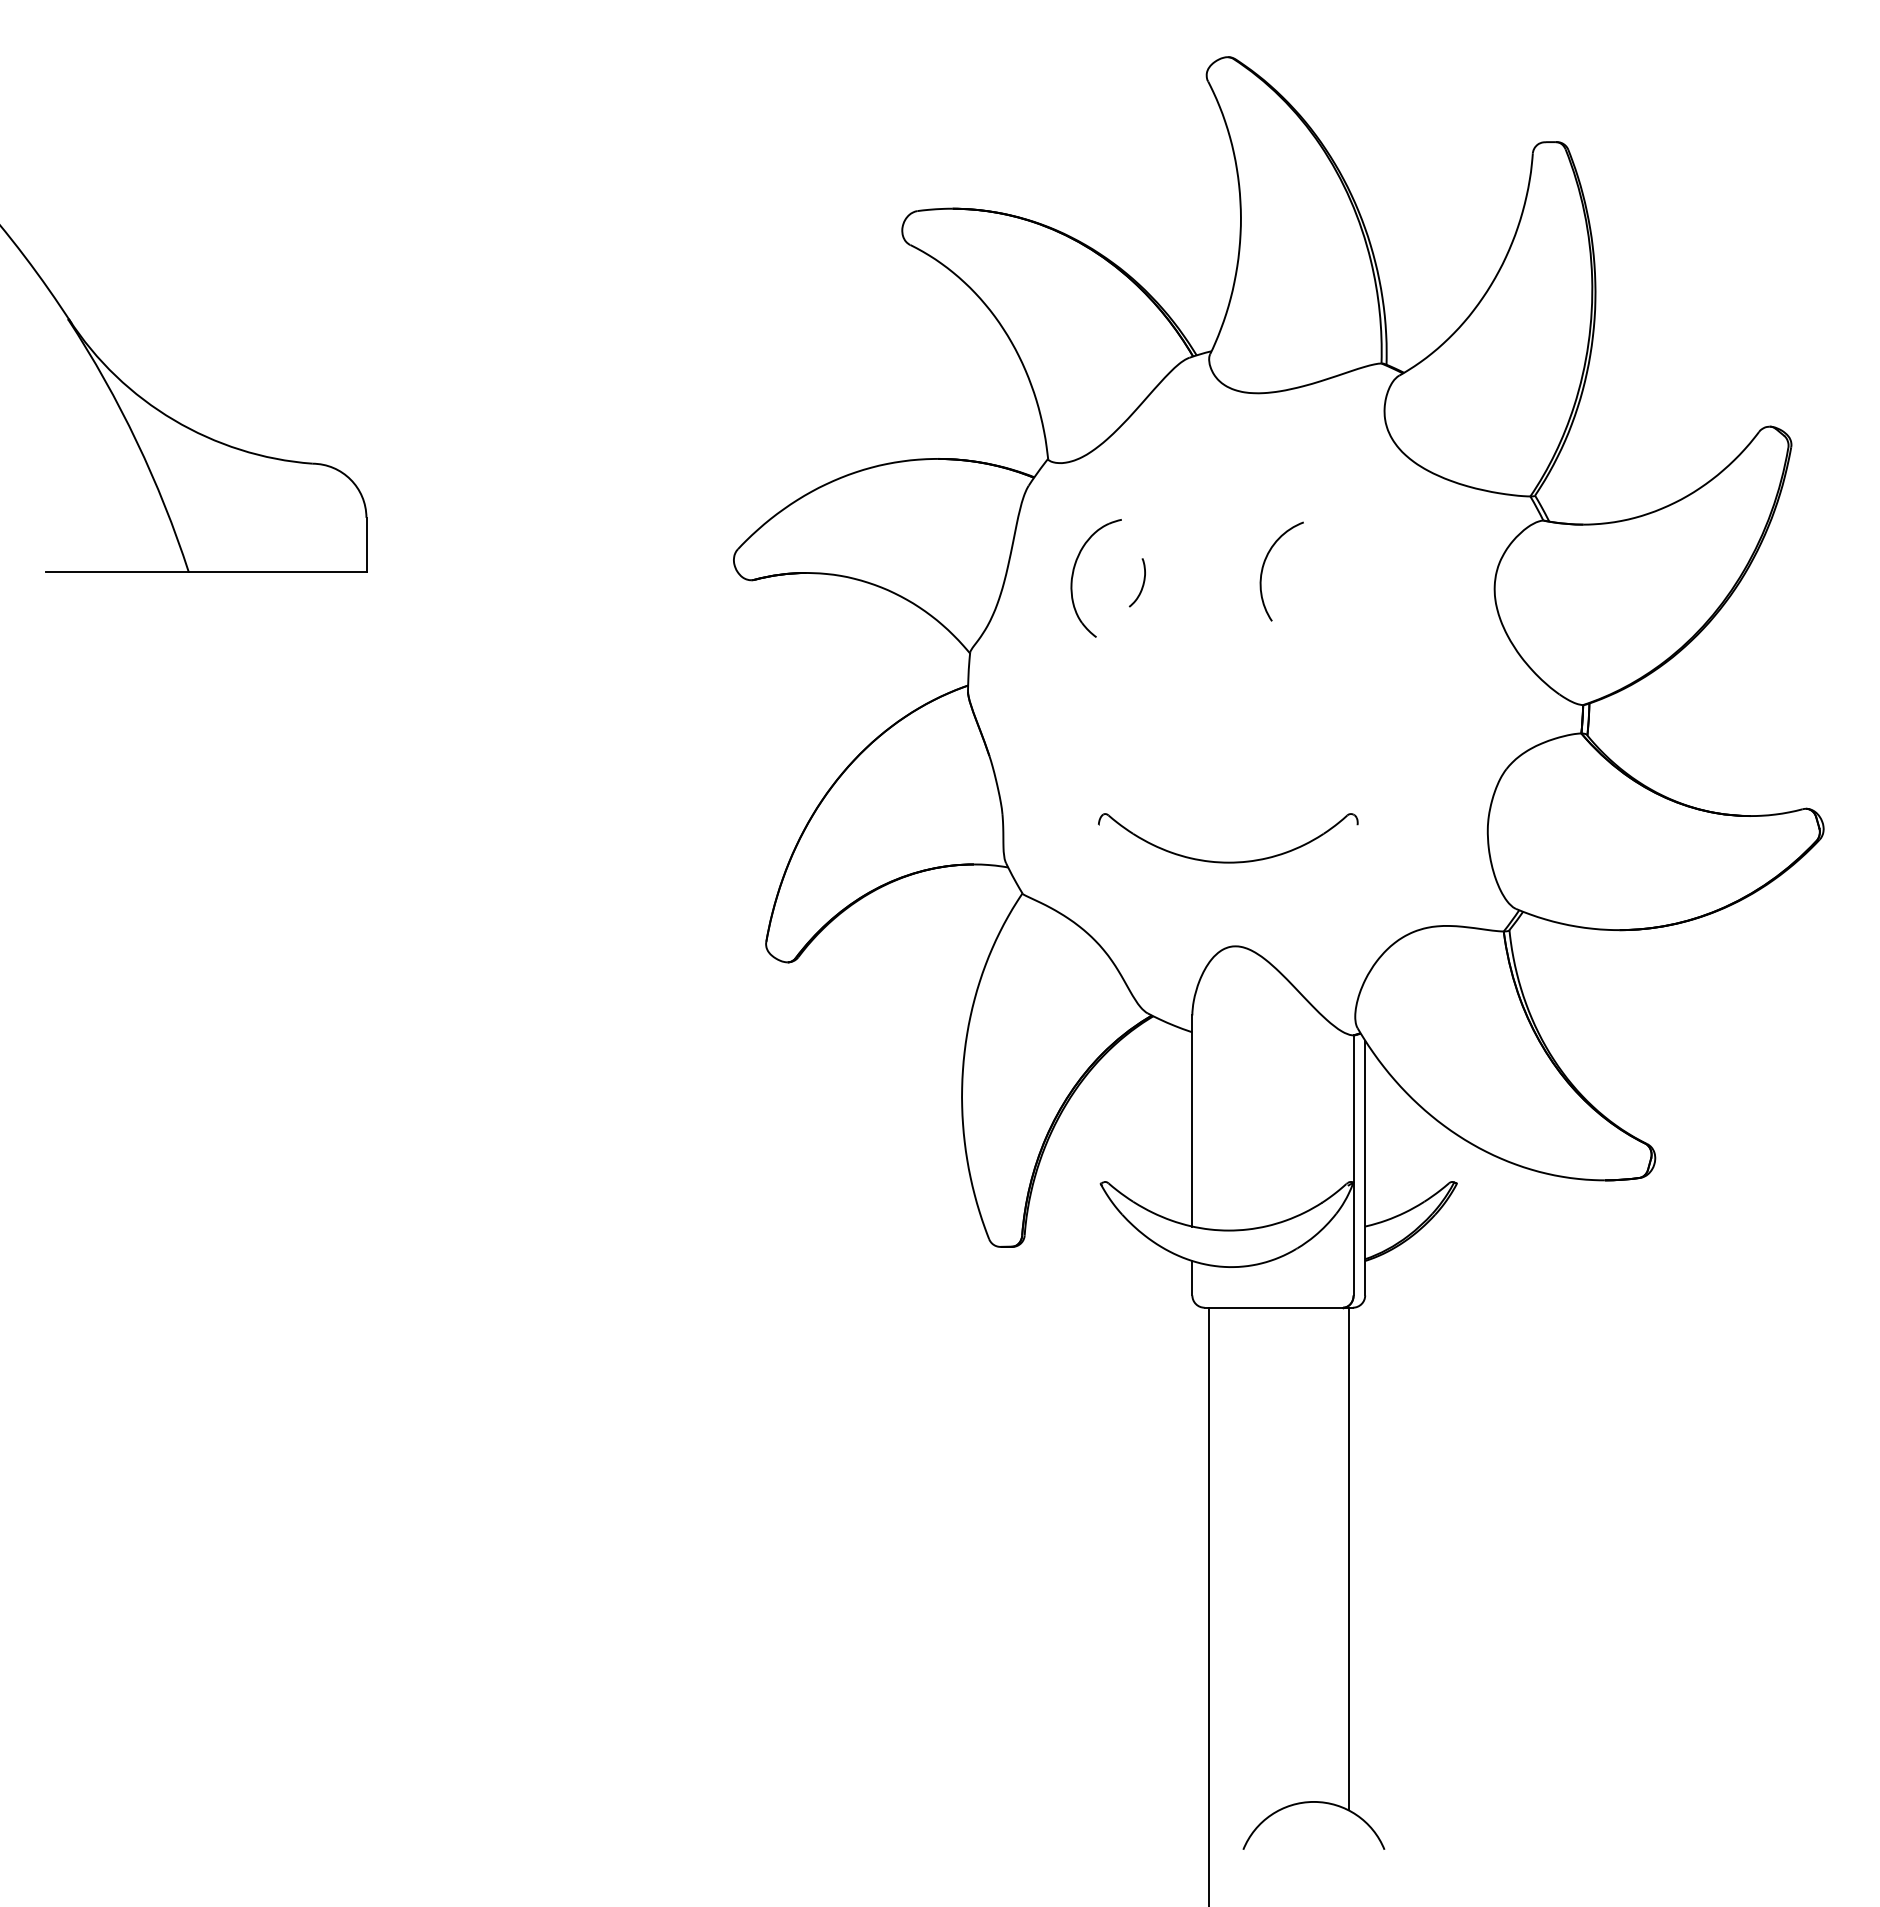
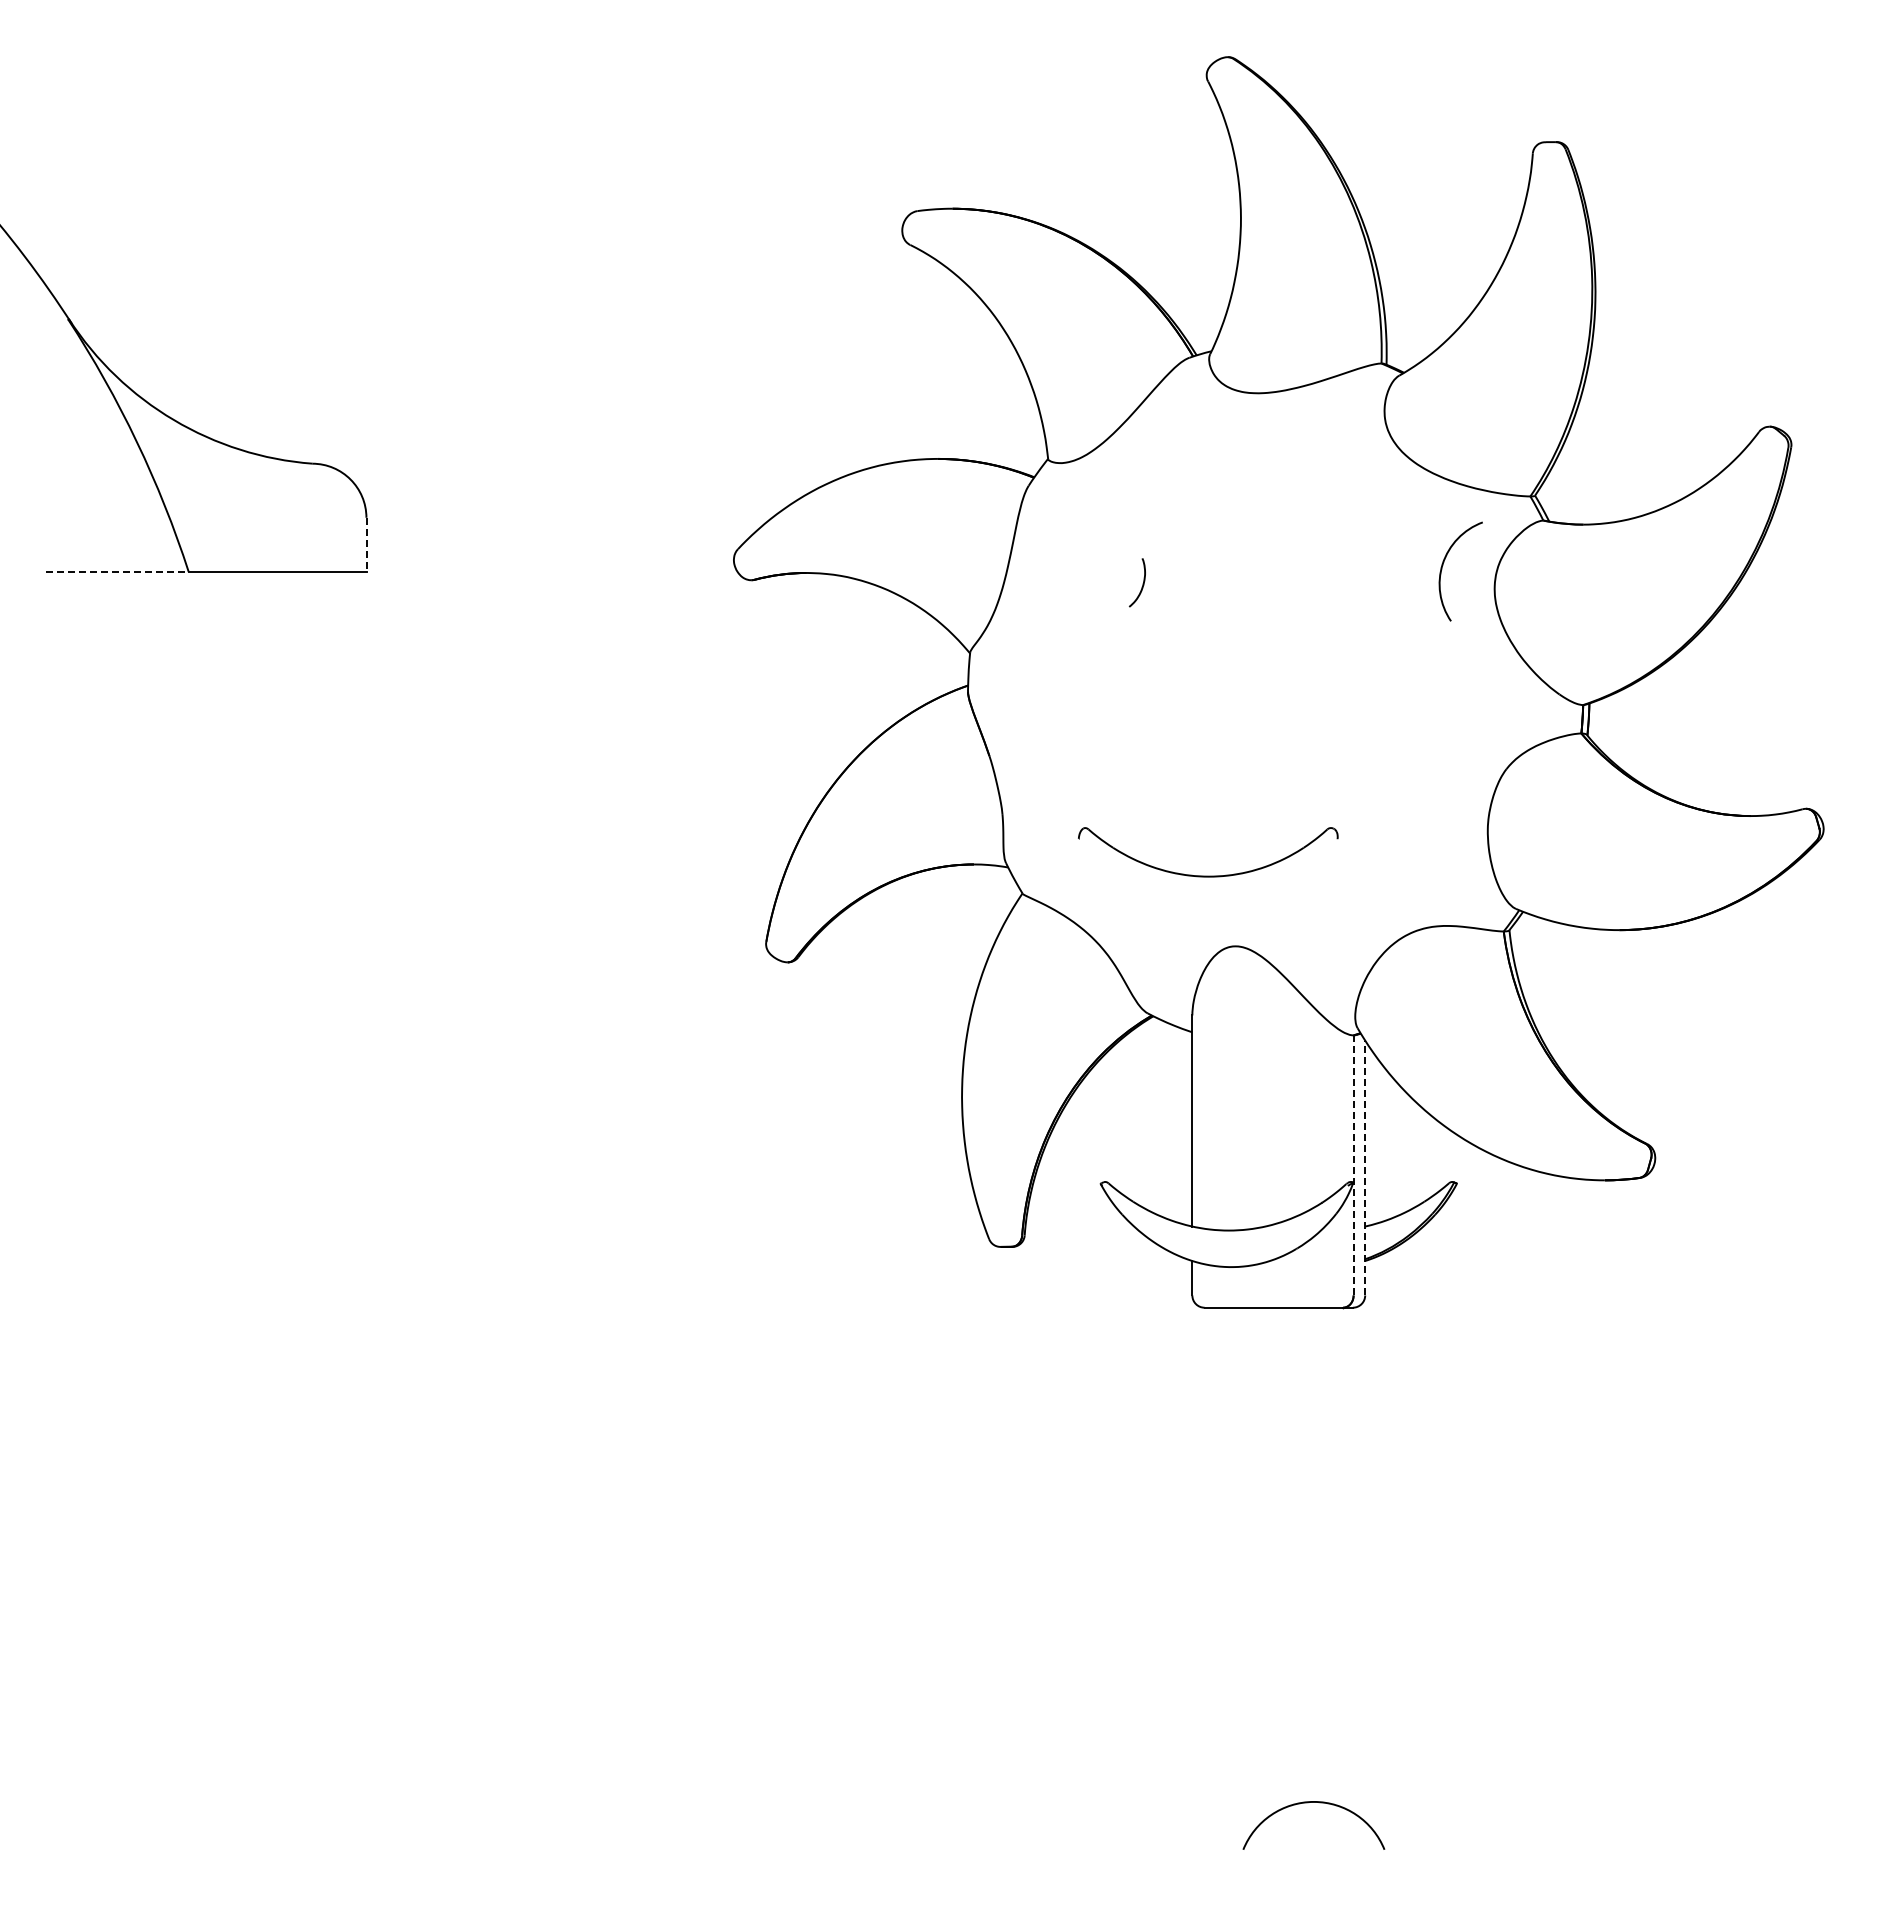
line at (366, 545): solid -> dashed
arc at (1264, 565) position: (1264, 565) -> (1443, 565)
line at (117, 571): solid -> dashed
part at (1073, 577): present -> none
part at (1228, 861) position: (1228, 861) -> (1208, 875)
line at (1353, 1165): solid -> dashed
line at (1365, 1167): solid -> dashed
line at (1348, 1558): present -> none
line at (1208, 1605): present -> none
